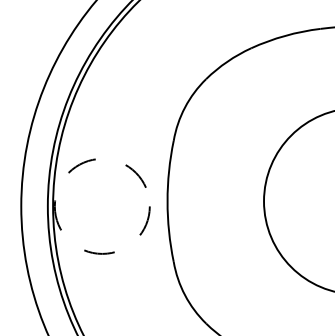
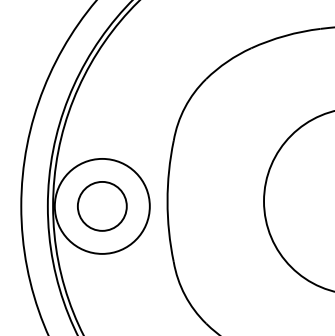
circle at (101, 205): dashed -> solid
circle at (102, 206): none -> present
